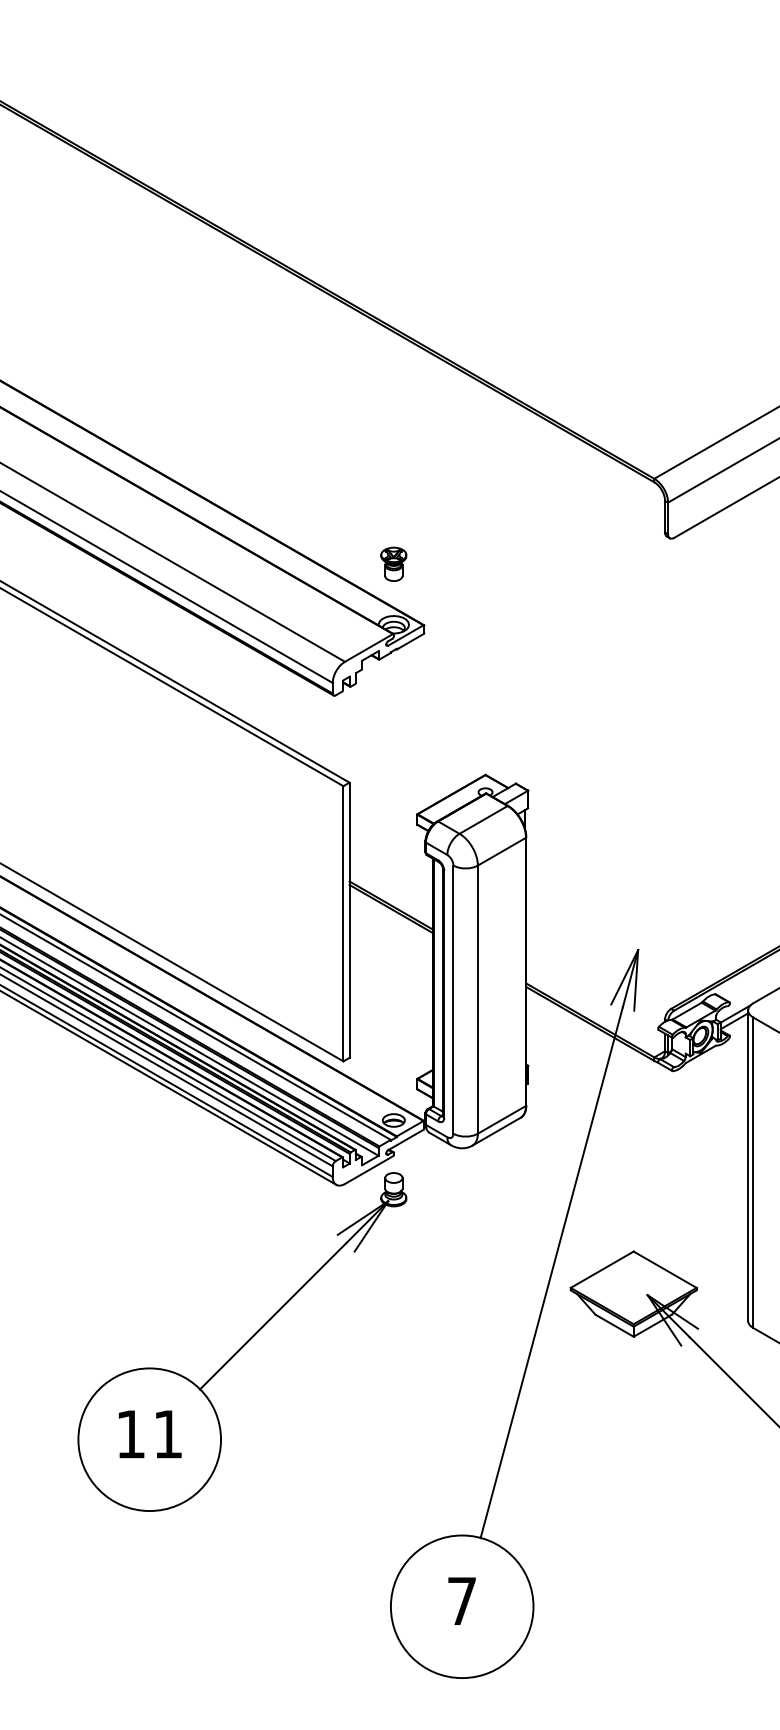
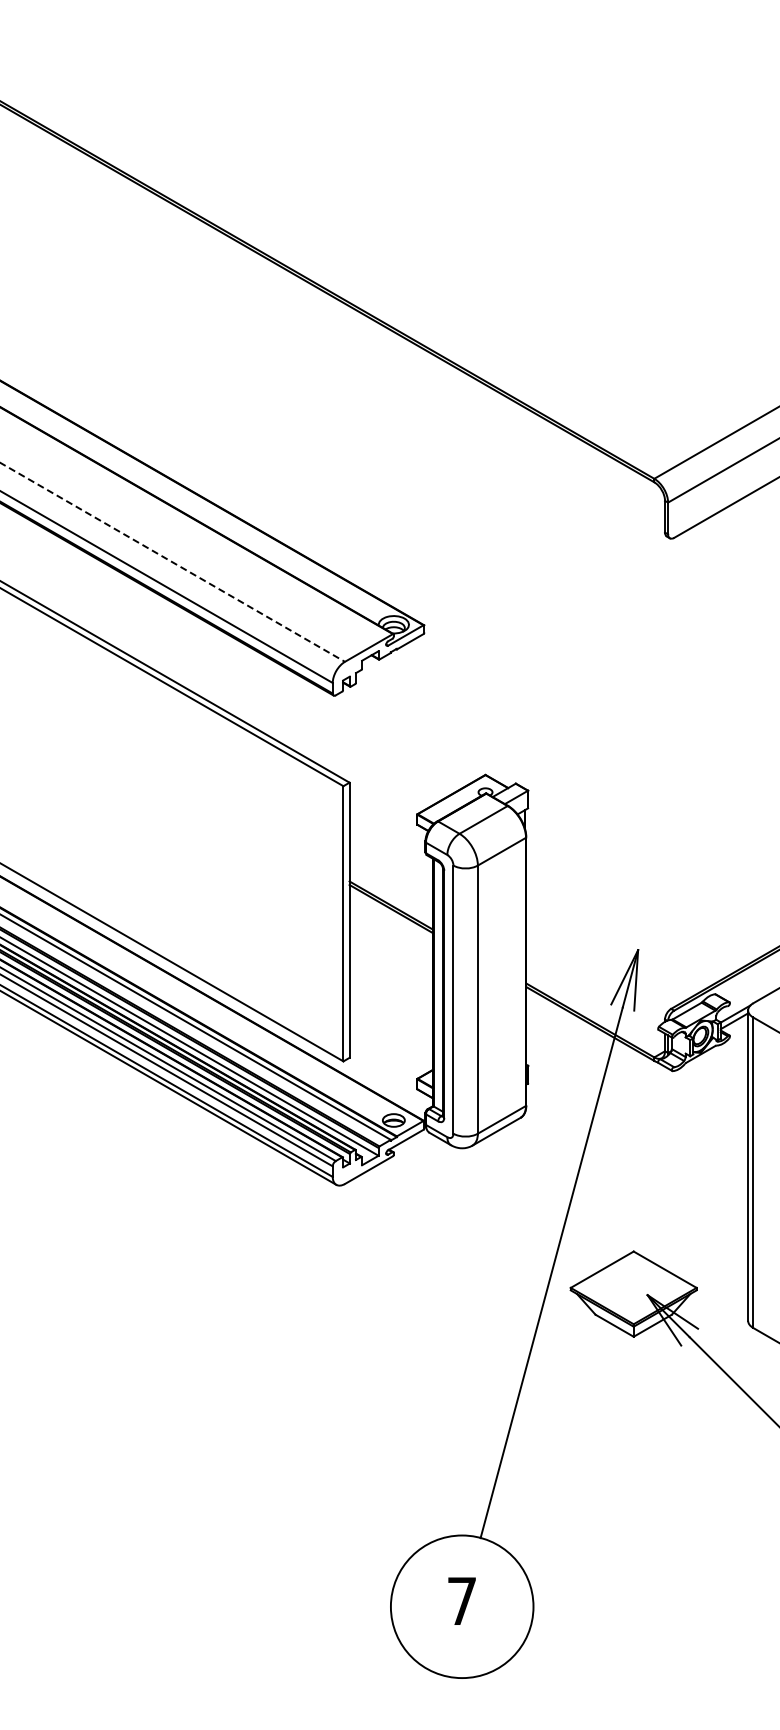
line at (172, 562): solid -> dashed
part at (393, 563): present -> none
part at (242, 1341): present -> none
